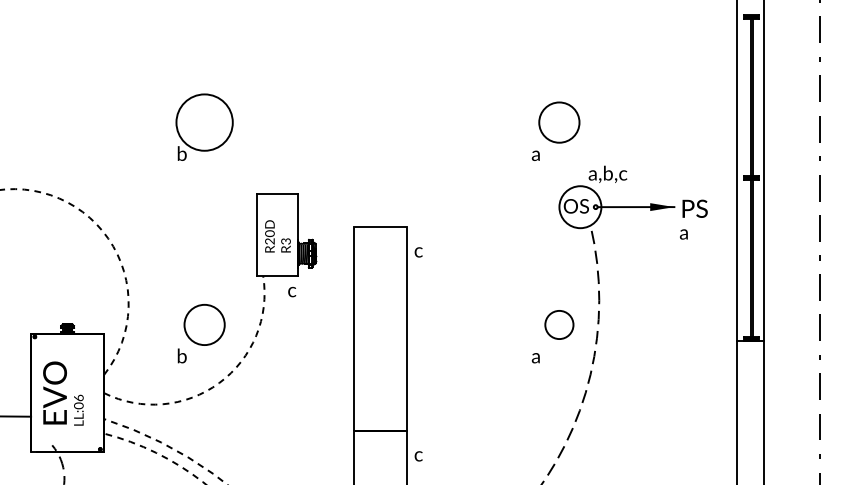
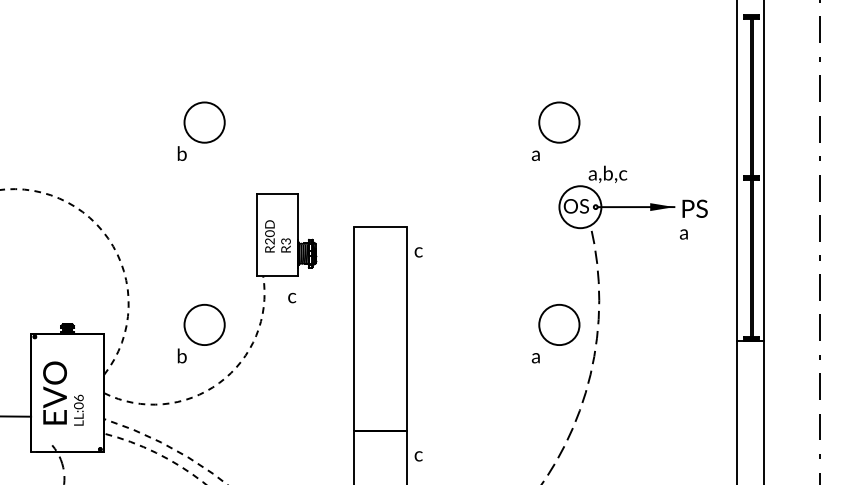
circle at (204, 122) diameter: 56 px -> 40 px
text at (292, 292) position: (292, 292) -> (292, 298)
circle at (559, 324) size: 31x30 px -> 43x42 px
